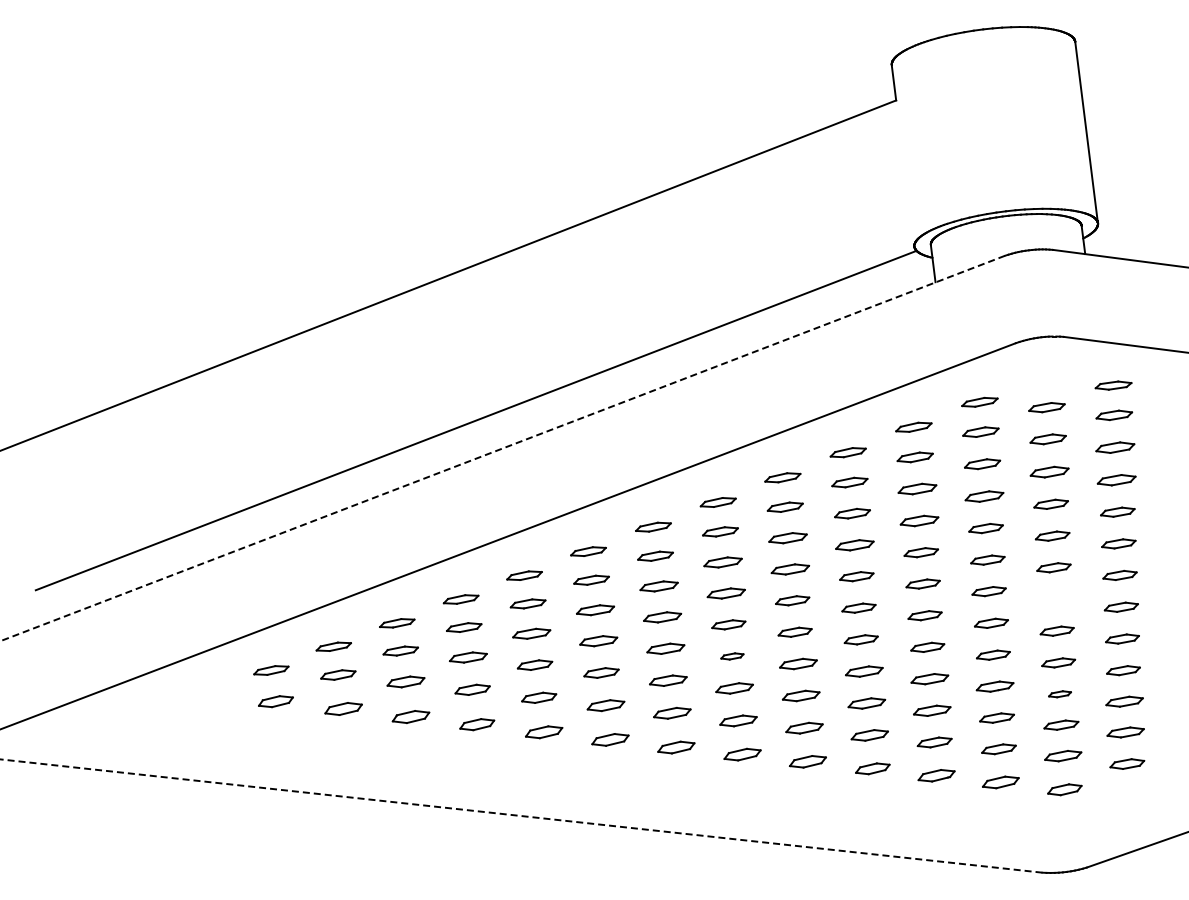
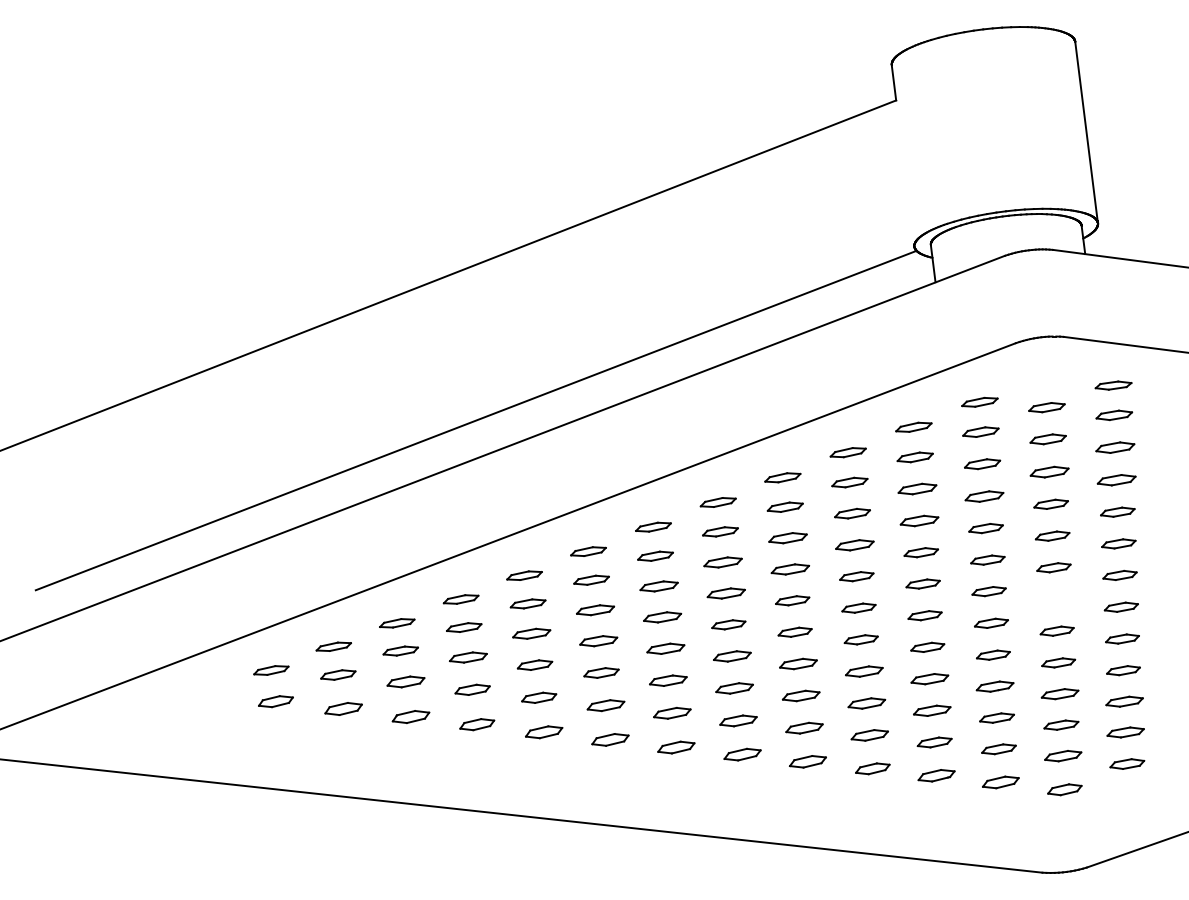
line at (502, 448): dashed -> solid
part at (732, 656) size: 25x9 px -> 39x13 px
part at (1059, 694) size: 24x9 px -> 40x13 px
line at (520, 815): dashed -> solid
